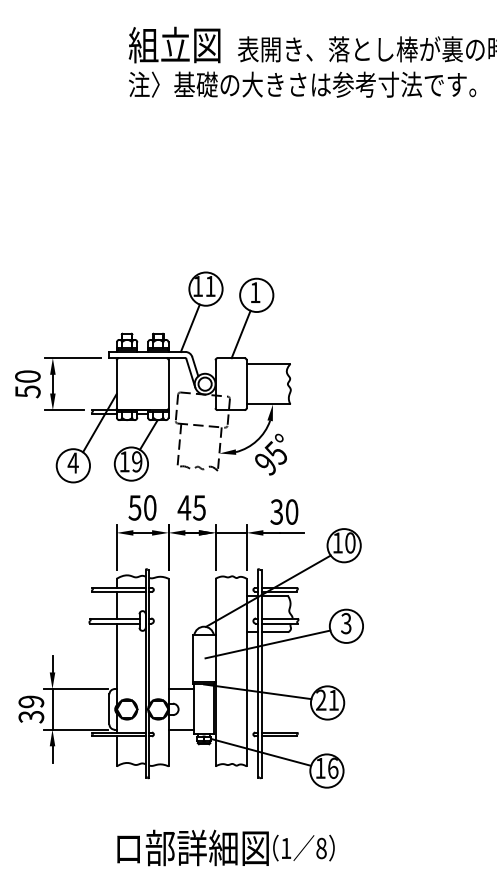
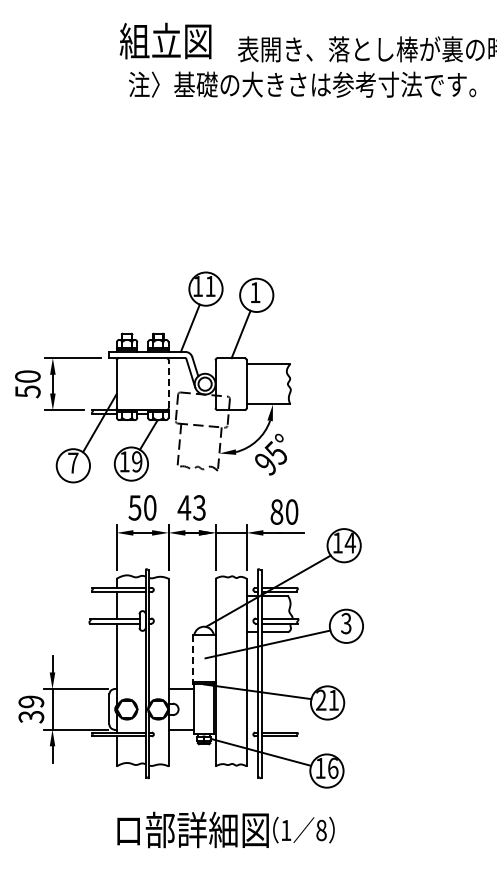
text at (174, 44) position: (174, 44) -> (165, 40)
line at (168, 384): solid -> dashed
text at (72, 462): 4 -> 7
text at (199, 507): 45 -> 43
text at (276, 511): 30 -> 80
text at (349, 542): 10 -> 14
line at (192, 658): solid -> dashed
text at (225, 847) position: (225, 847) -> (225, 829)
